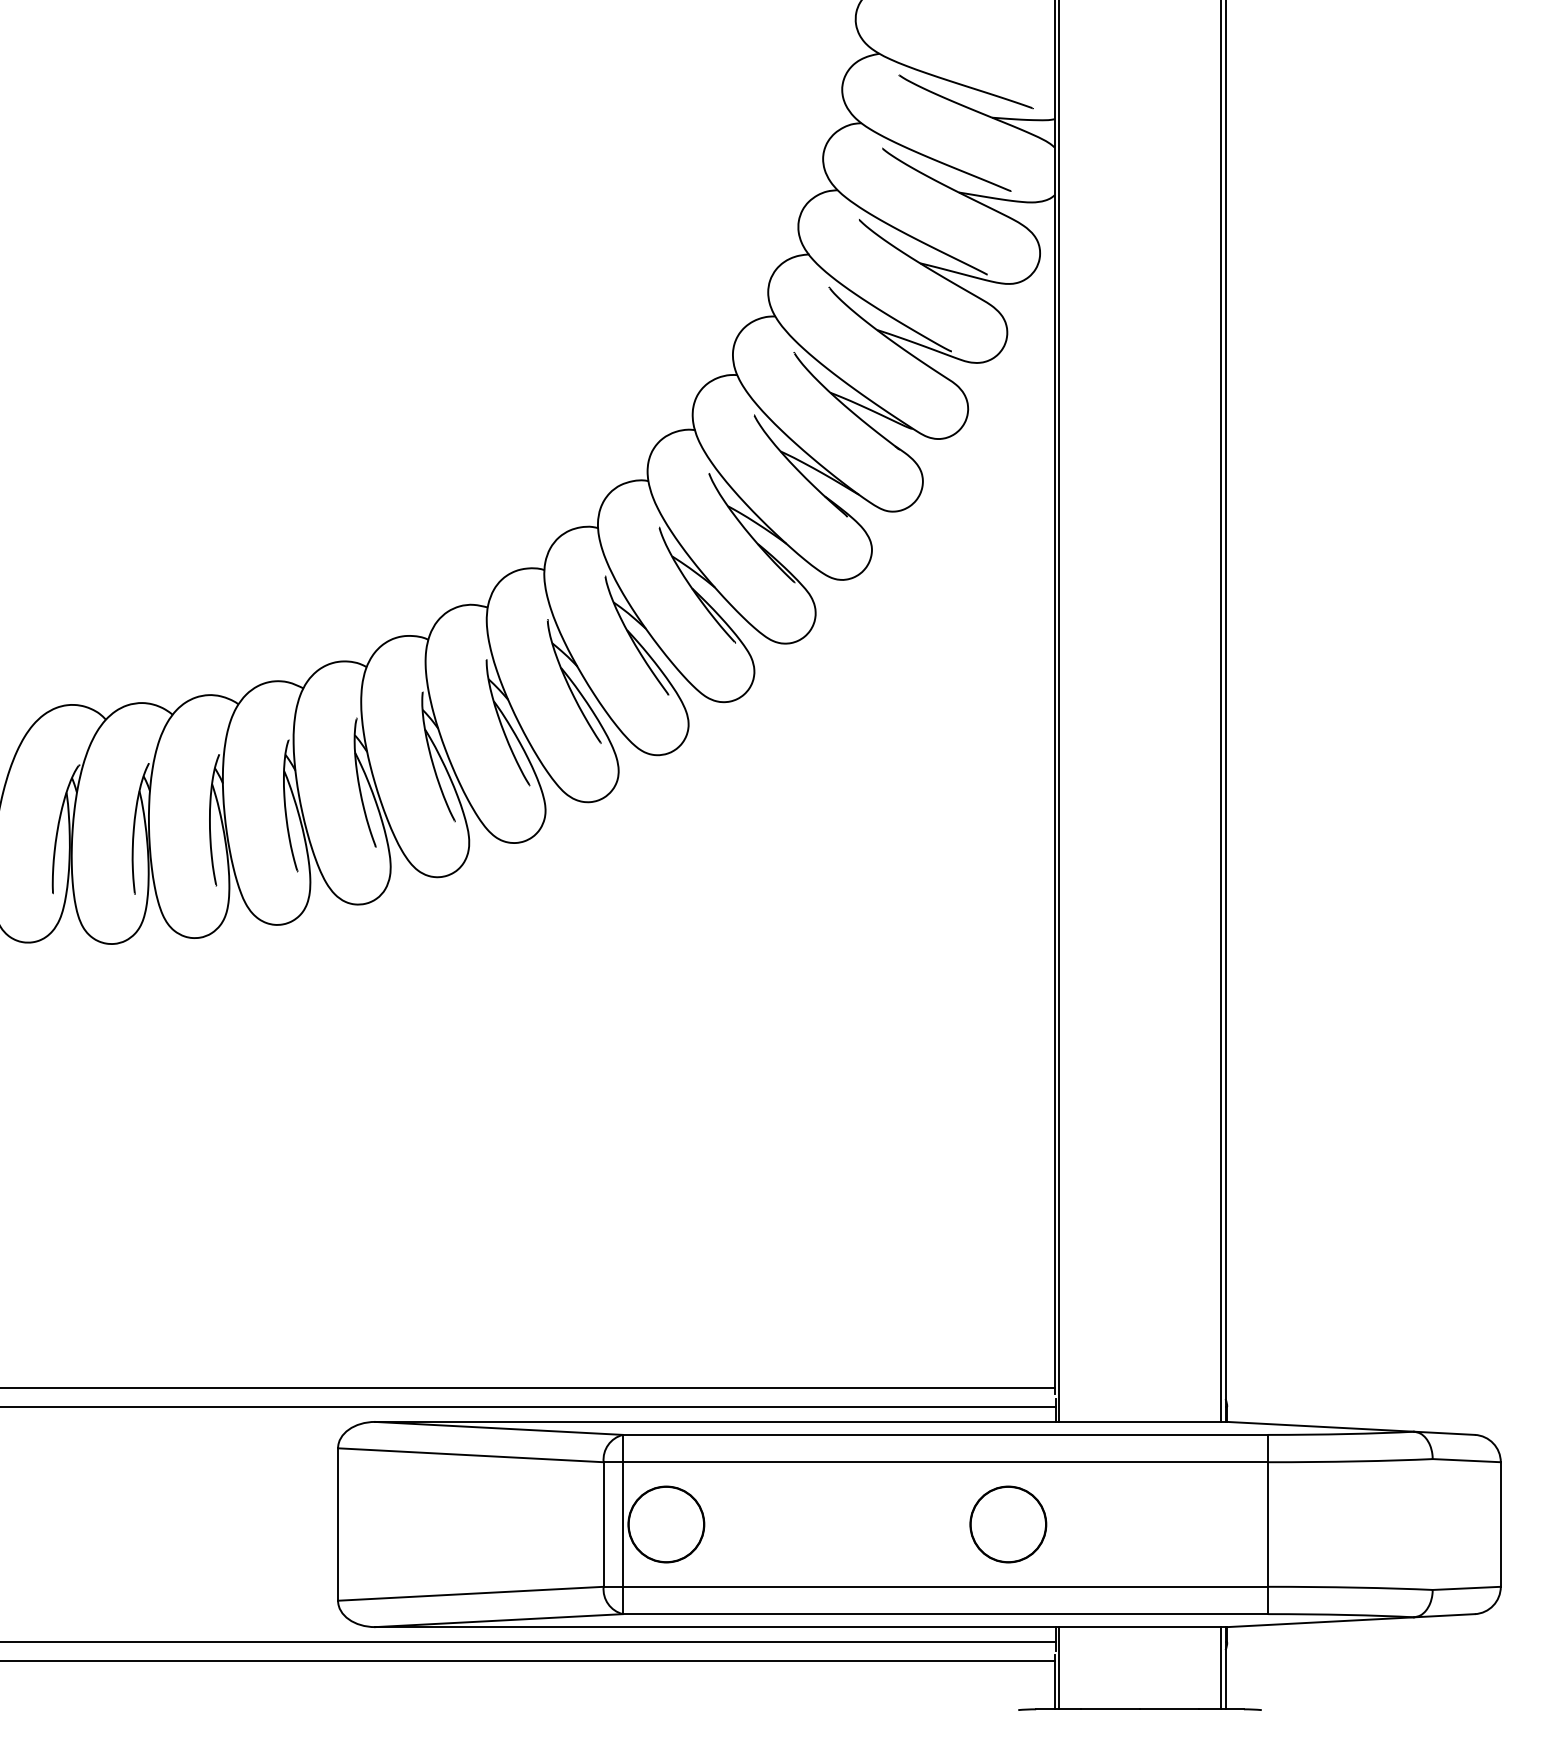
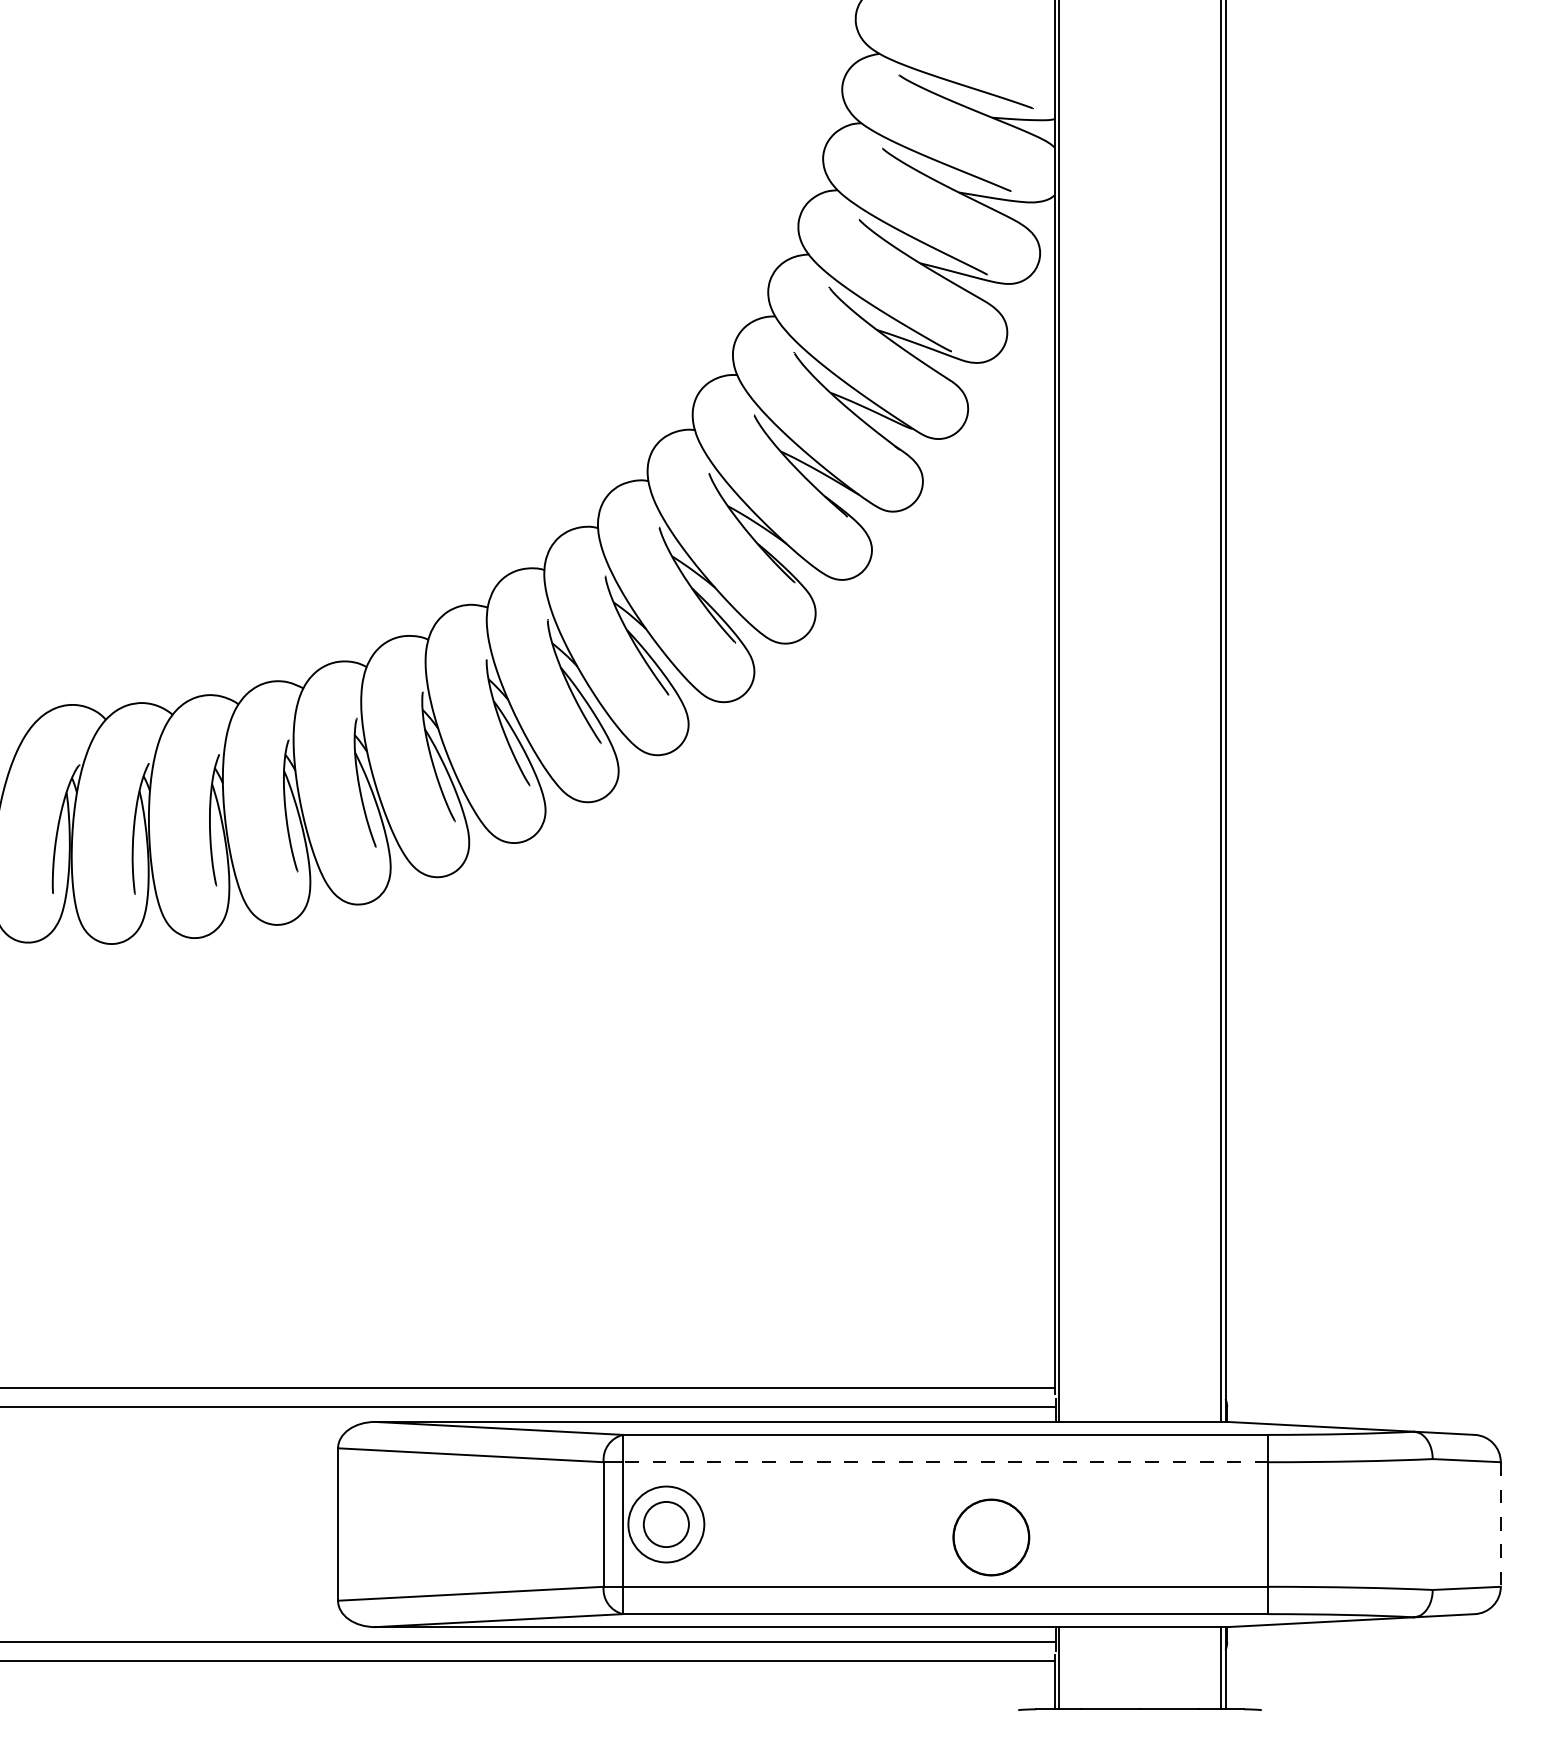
line at (945, 1462): solid -> dashed
circle at (666, 1524) diameter: 75 px -> 45 px
part at (1008, 1524) position: (1008, 1524) -> (991, 1537)
line at (1500, 1525): solid -> dashed
